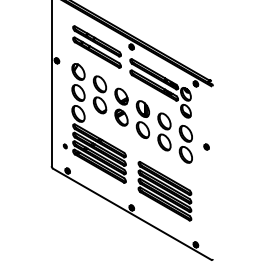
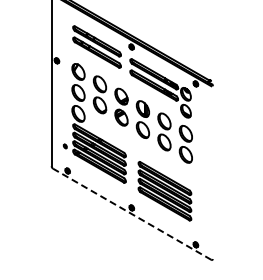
part at (206, 146): present -> none
line at (131, 214): solid -> dashed
